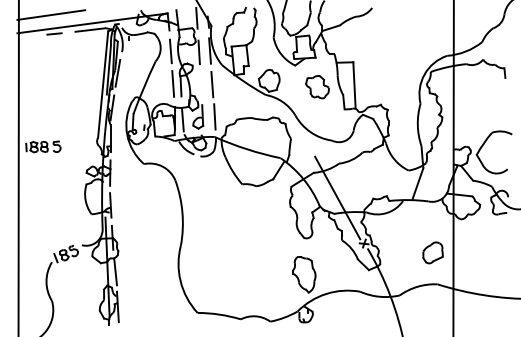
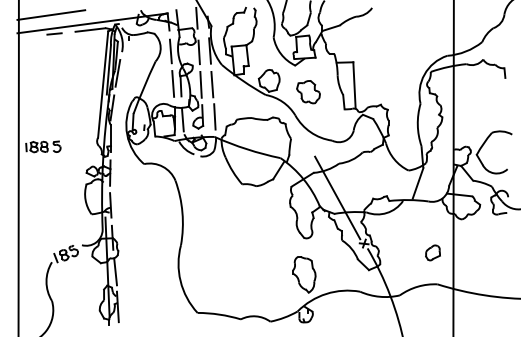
line at (200, 84): none -> present
part at (317, 87) position: (317, 87) -> (308, 92)
part at (432, 252) size: 22x24 px -> 16x18 px
